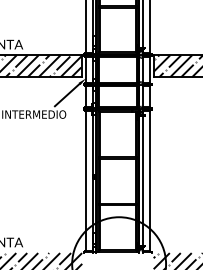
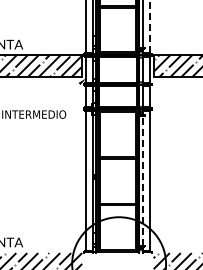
line at (149, 26): solid -> dashed
line at (66, 95): present -> none
line at (143, 181): solid -> dashed
